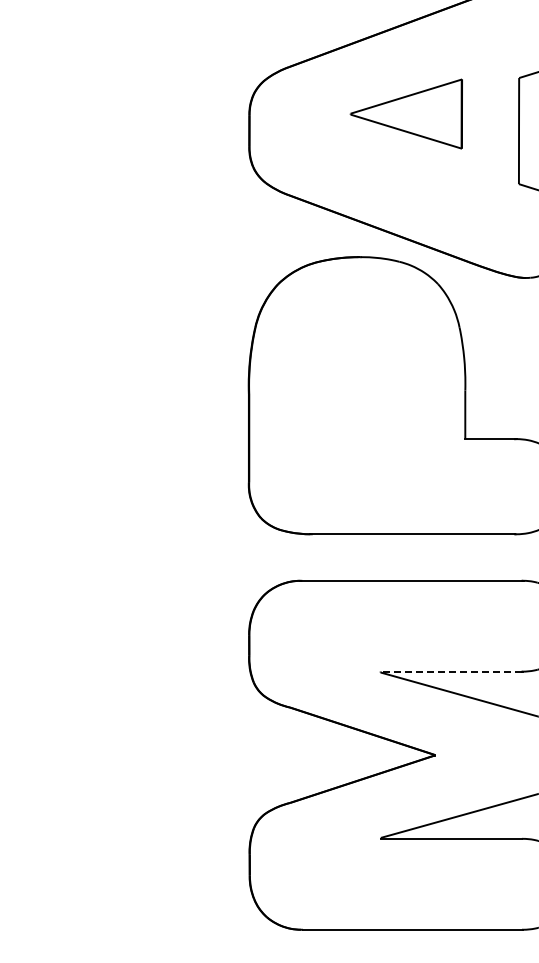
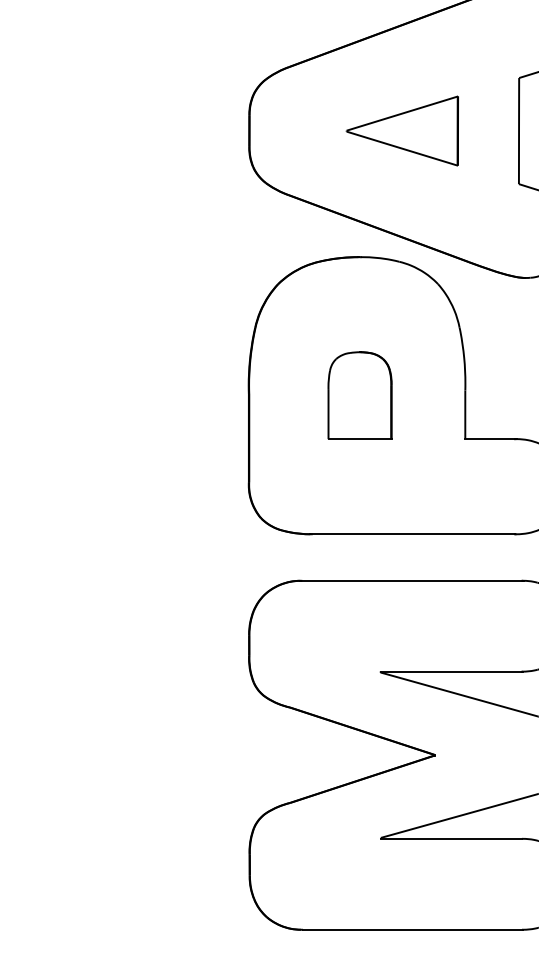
part at (405, 113) position: (405, 113) -> (401, 130)
part at (359, 395): none -> present
line at (451, 671): dashed -> solid
